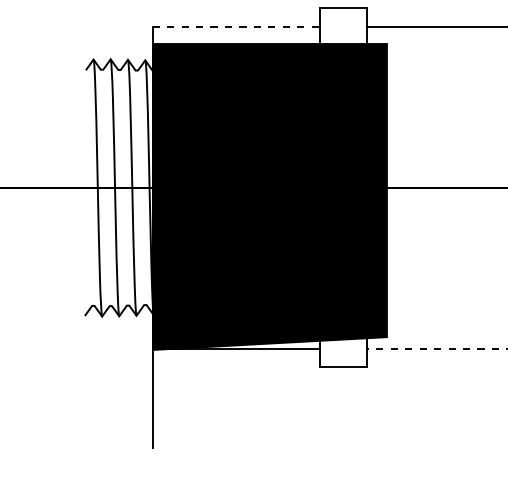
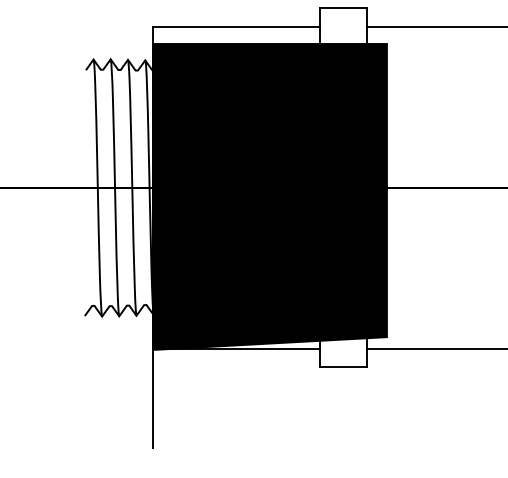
line at (236, 26): dashed -> solid
line at (437, 348): dashed -> solid
